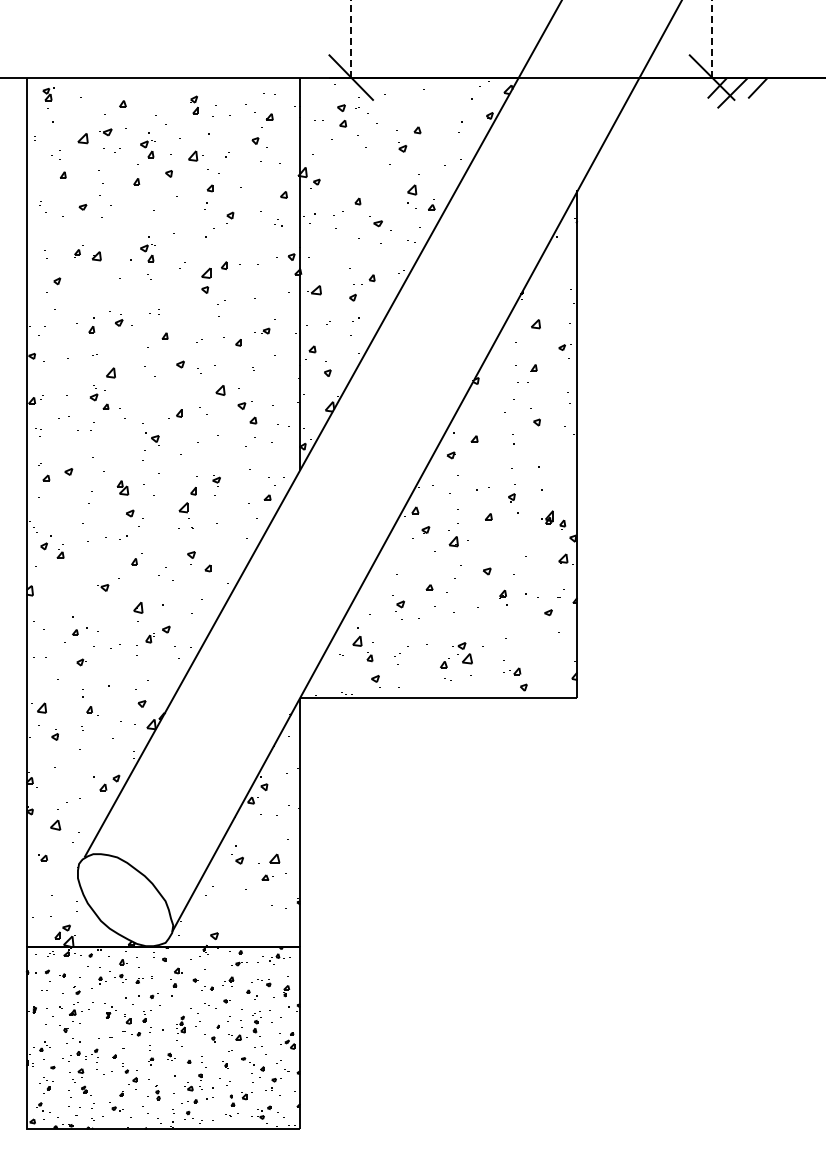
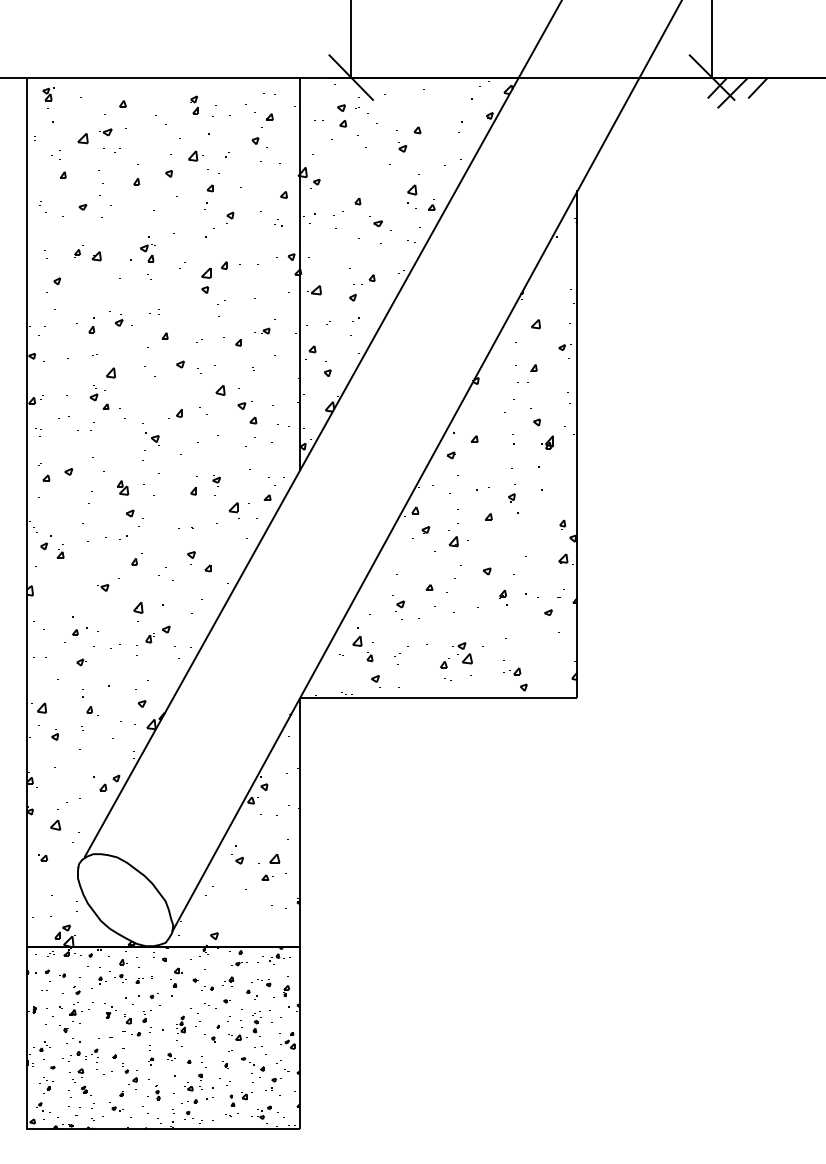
line at (350, 38): dashed -> solid
line at (712, 38): dashed -> solid
part at (147, 145): present -> none
part at (183, 510) position: (183, 510) -> (233, 510)
part at (547, 517) position: (547, 517) -> (547, 442)
